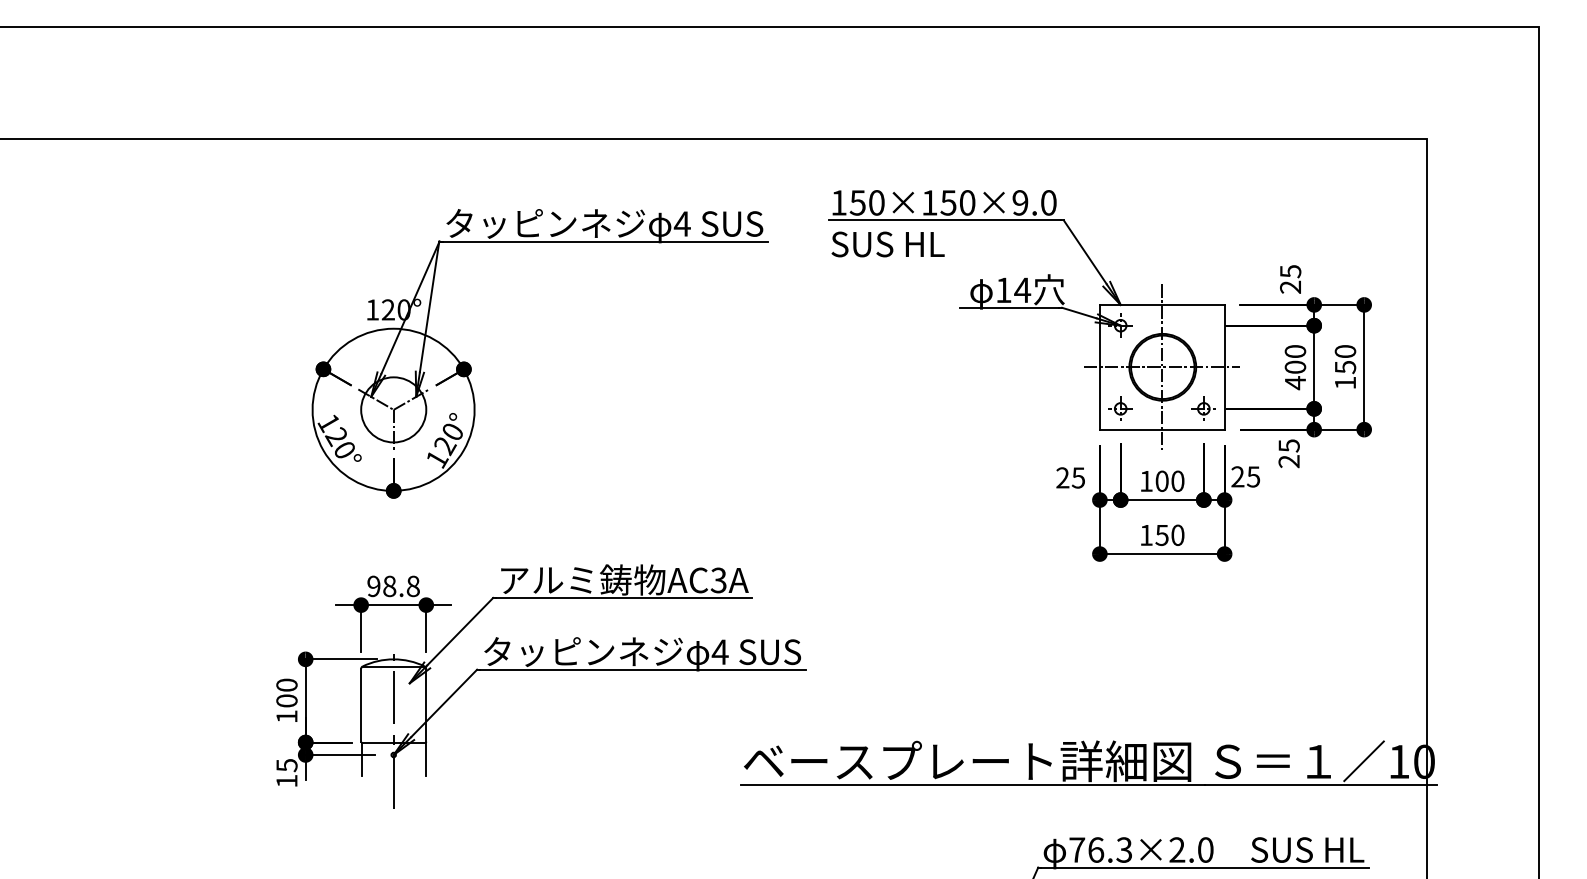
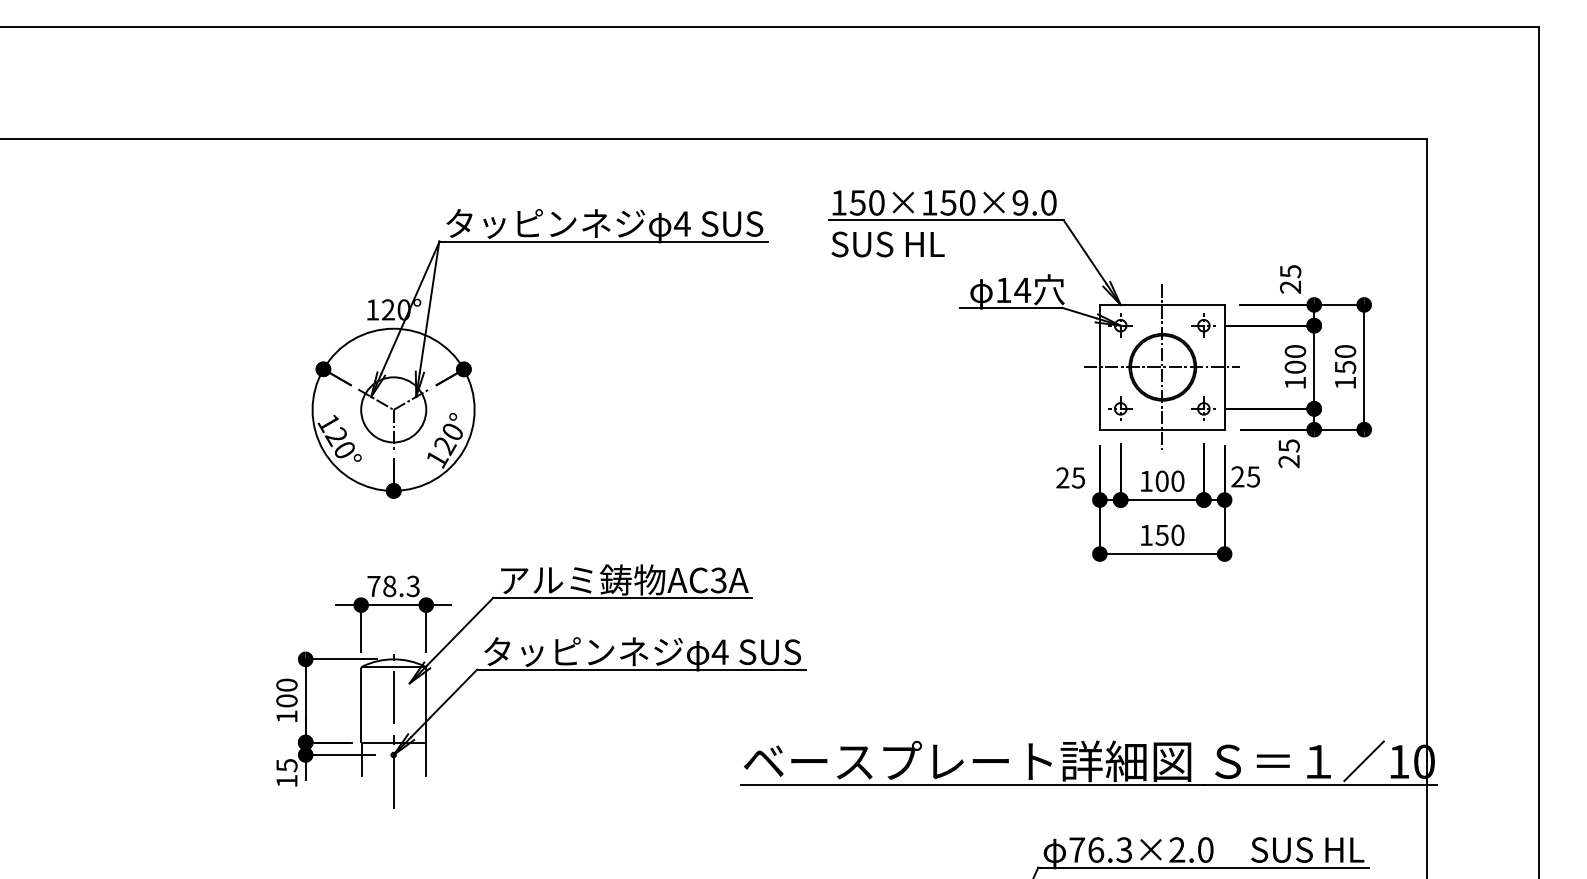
part at (1203, 325): none -> present
text at (1295, 383): 400 -> 100
text at (393, 586): 98.8 -> 78.3
